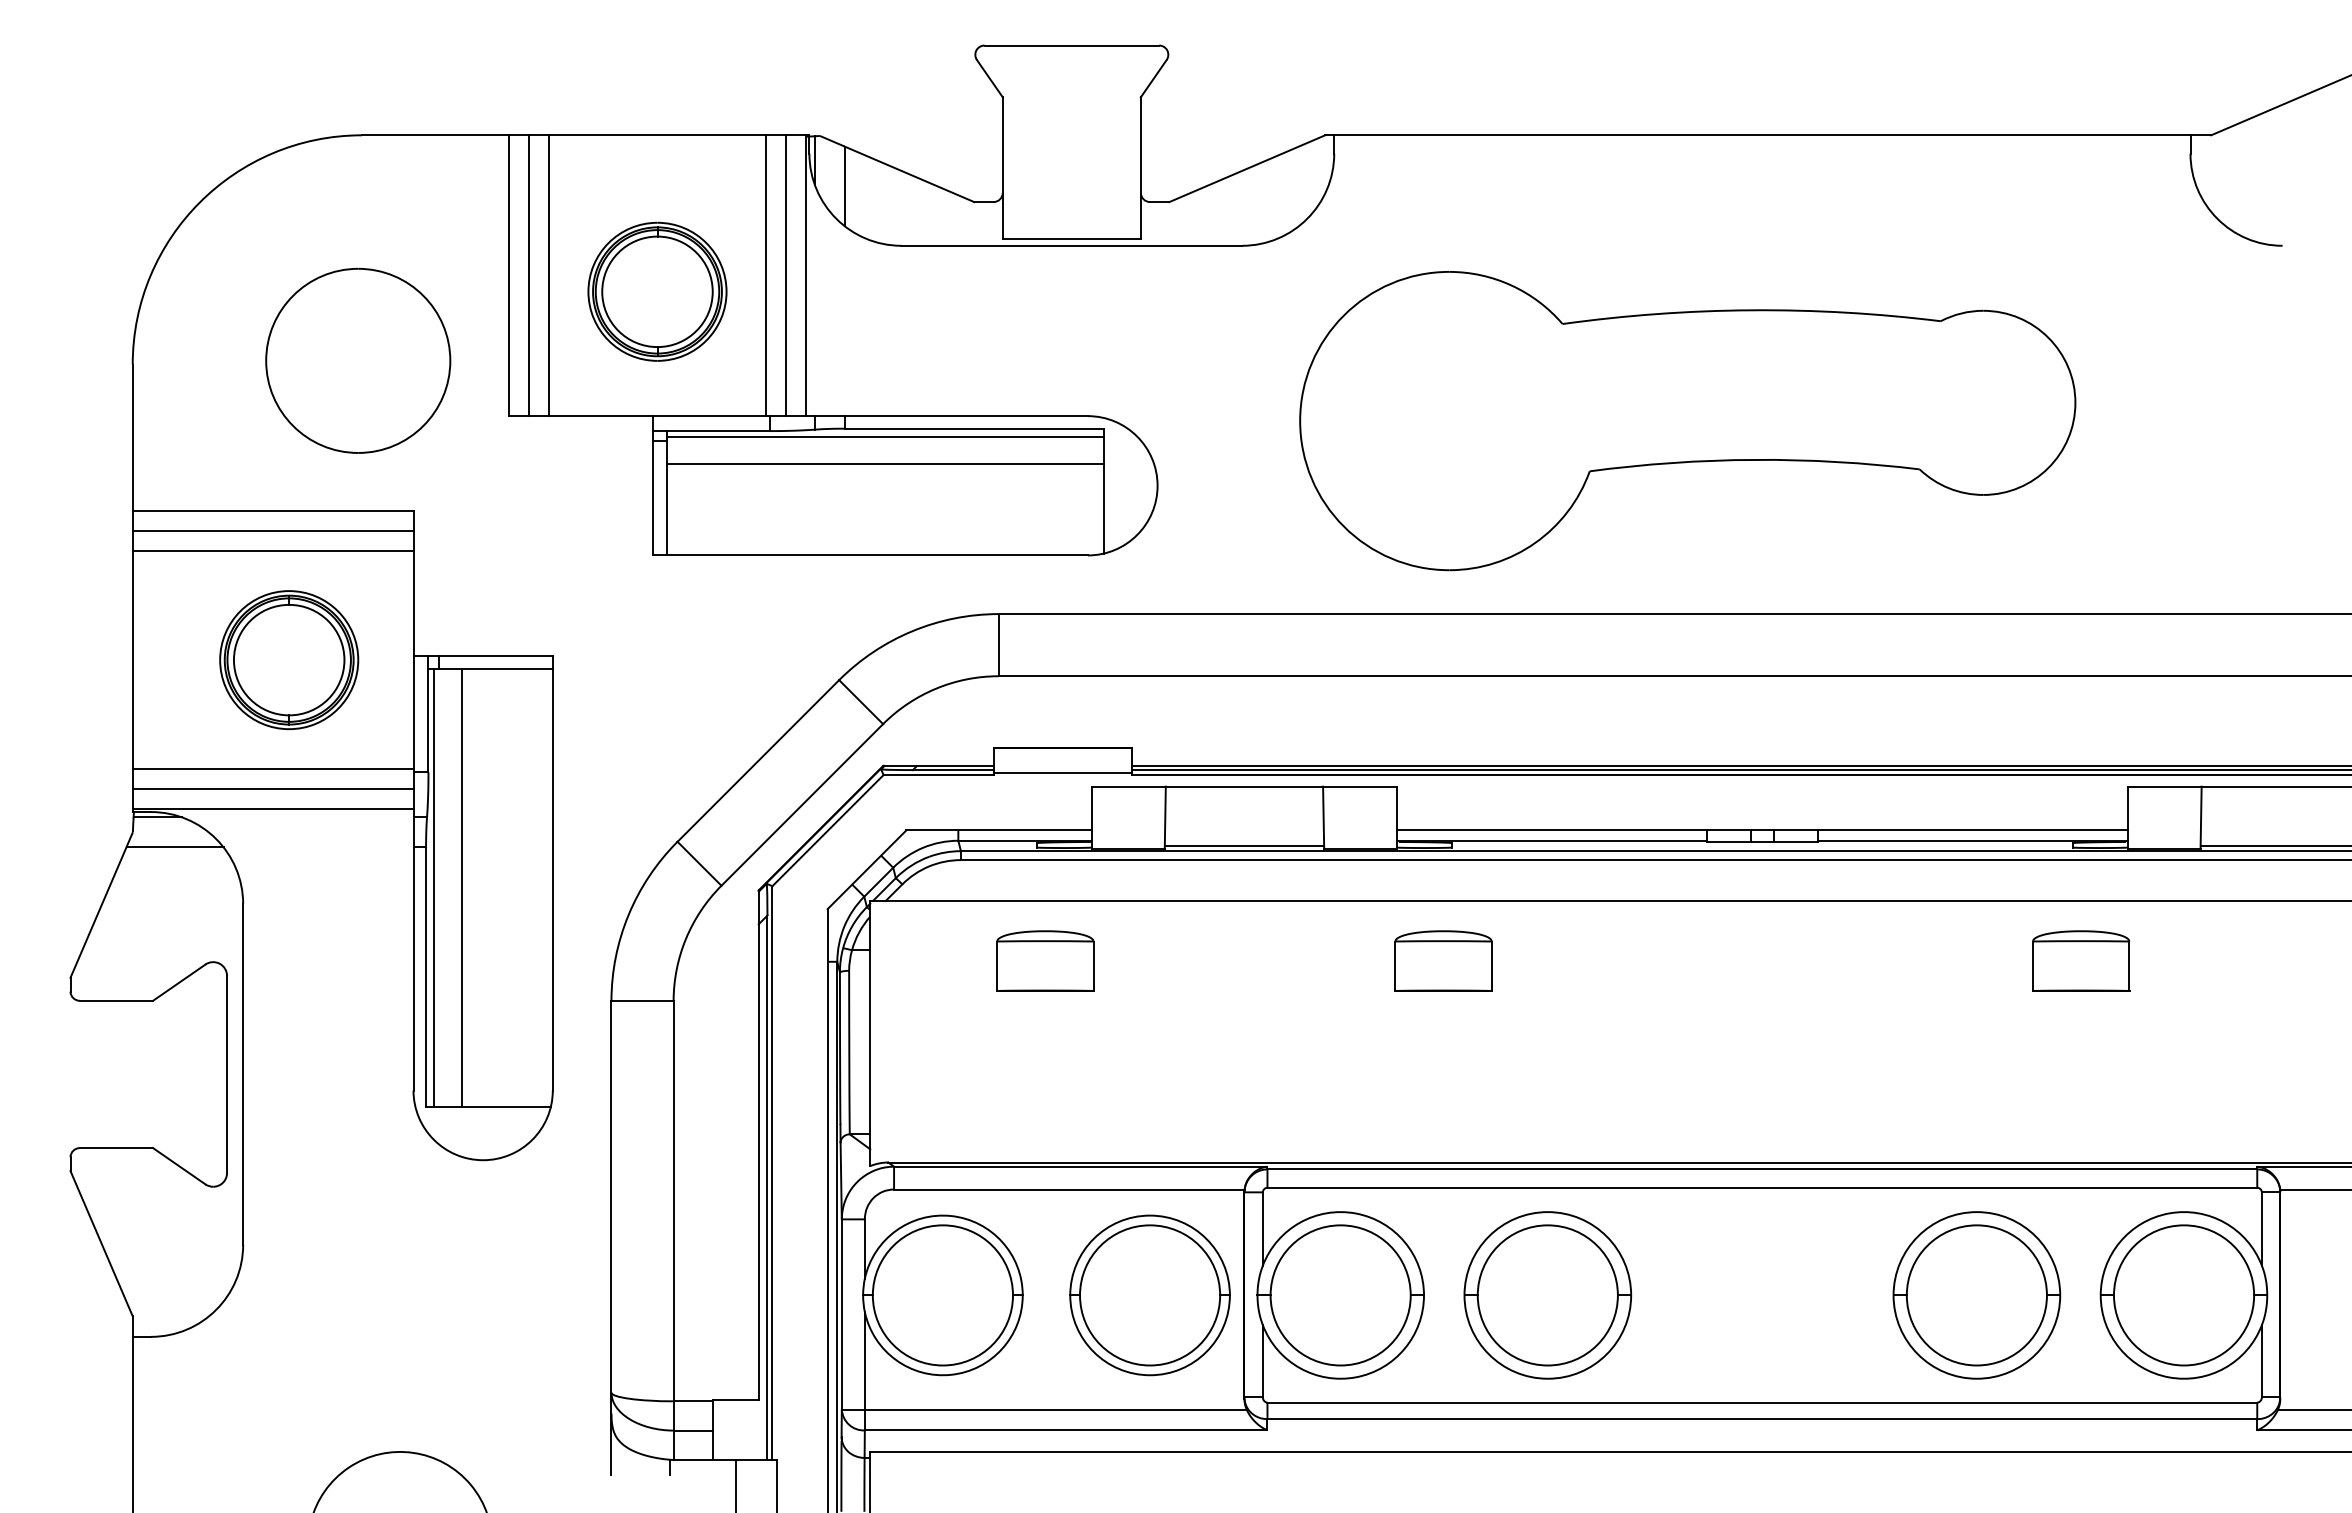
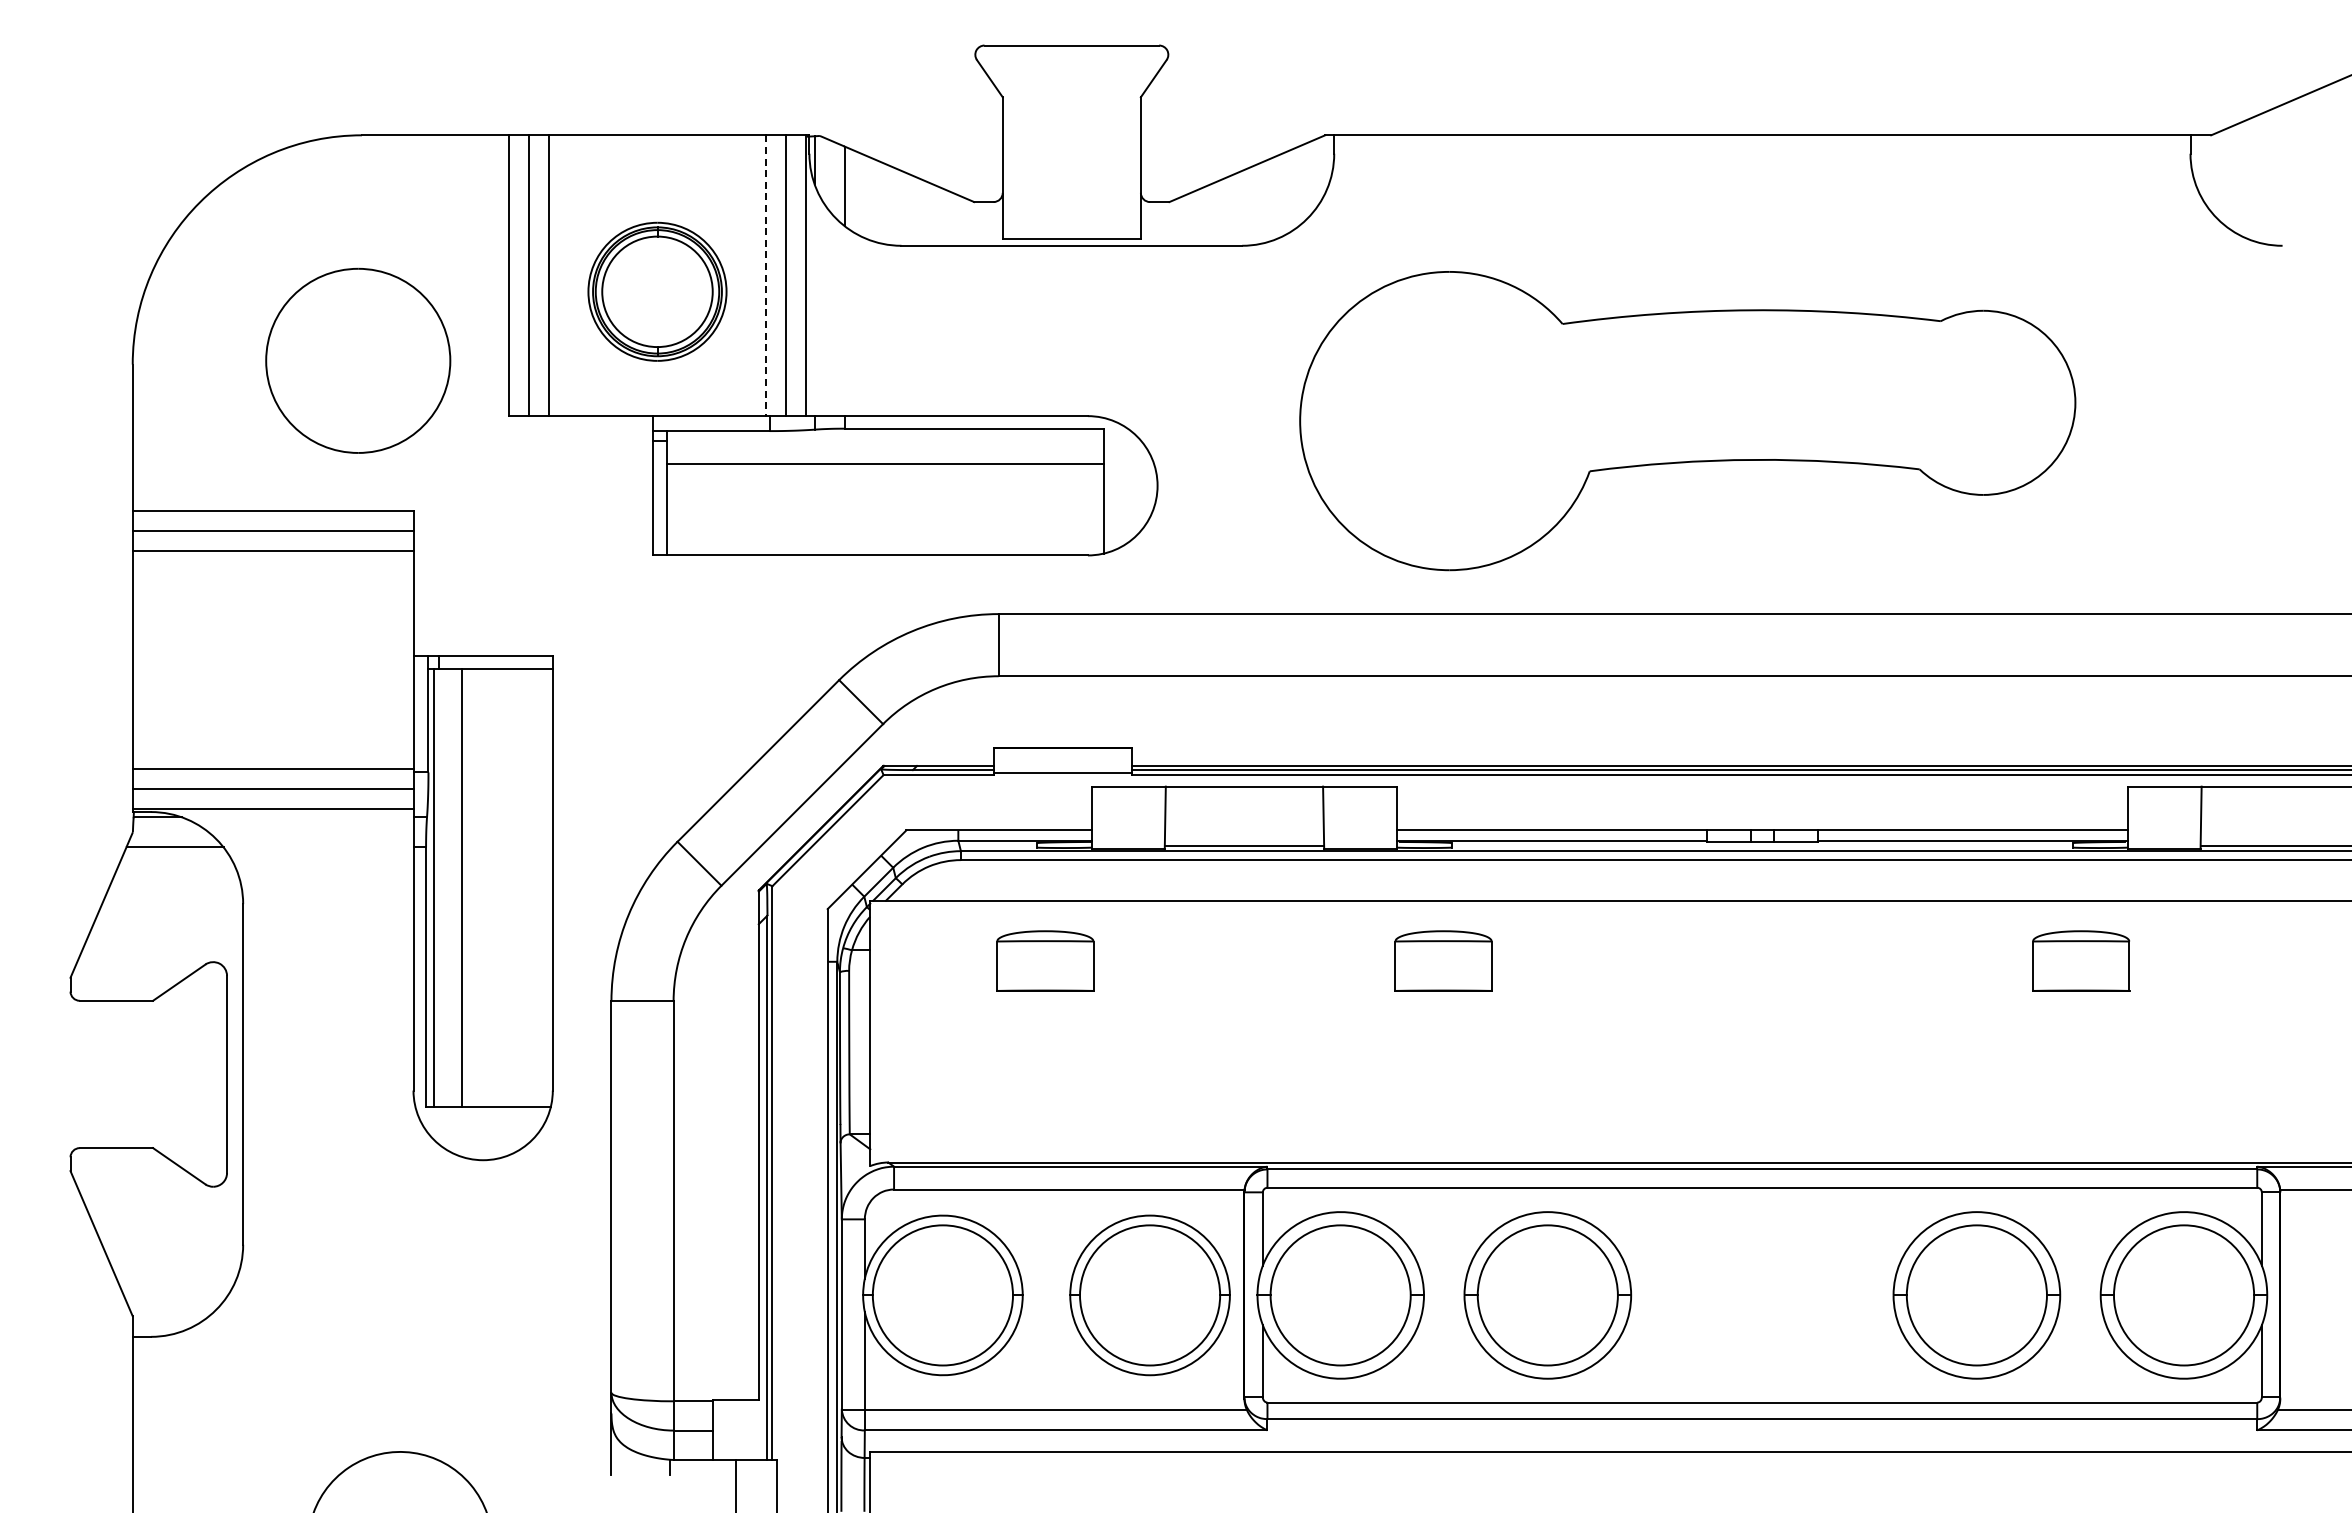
line at (766, 276): solid -> dashed
line at (885, 436): present -> none
part at (289, 660): present -> none
